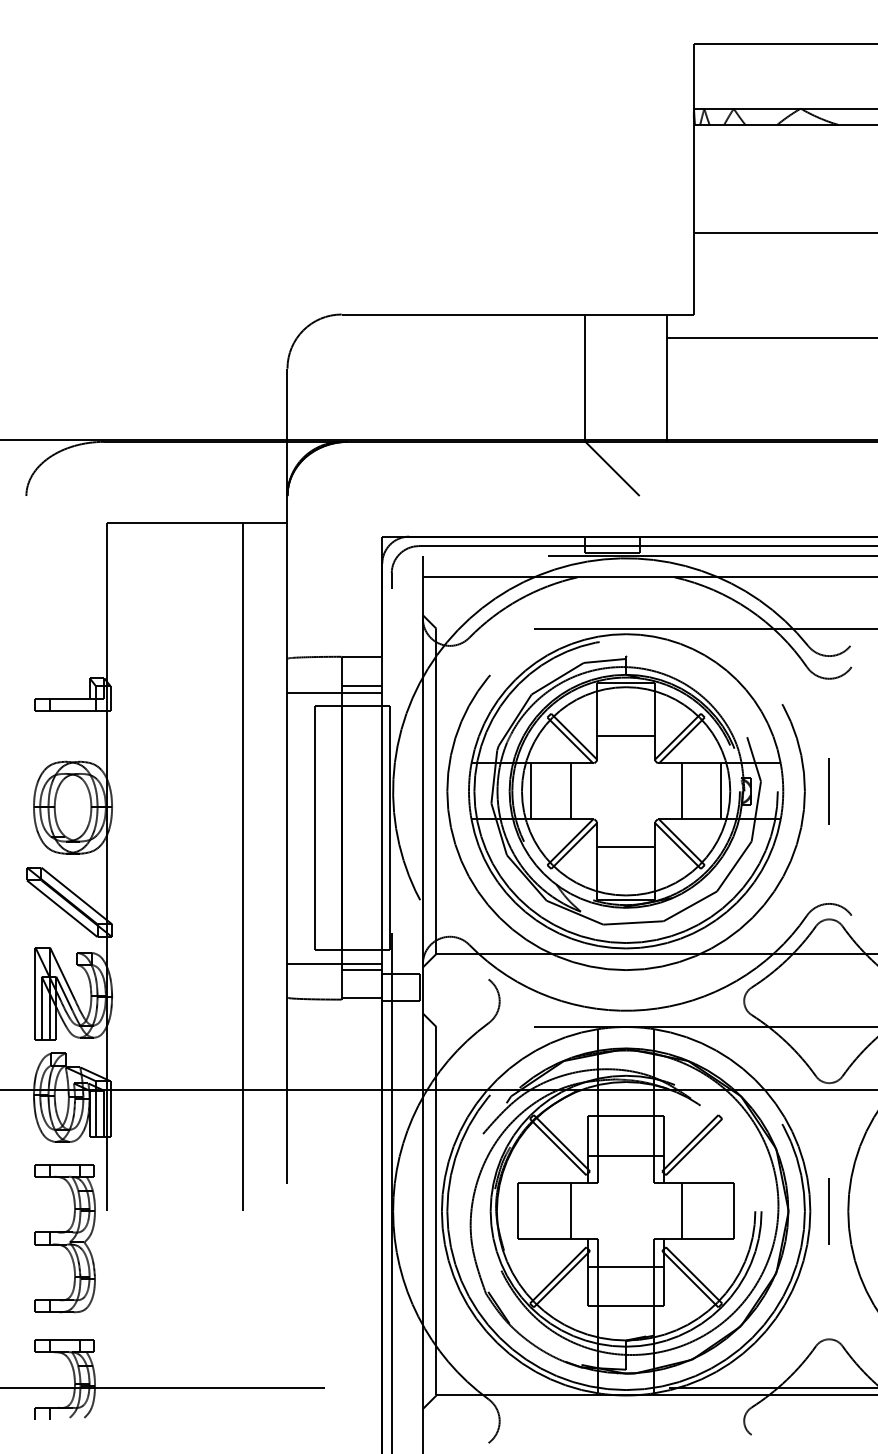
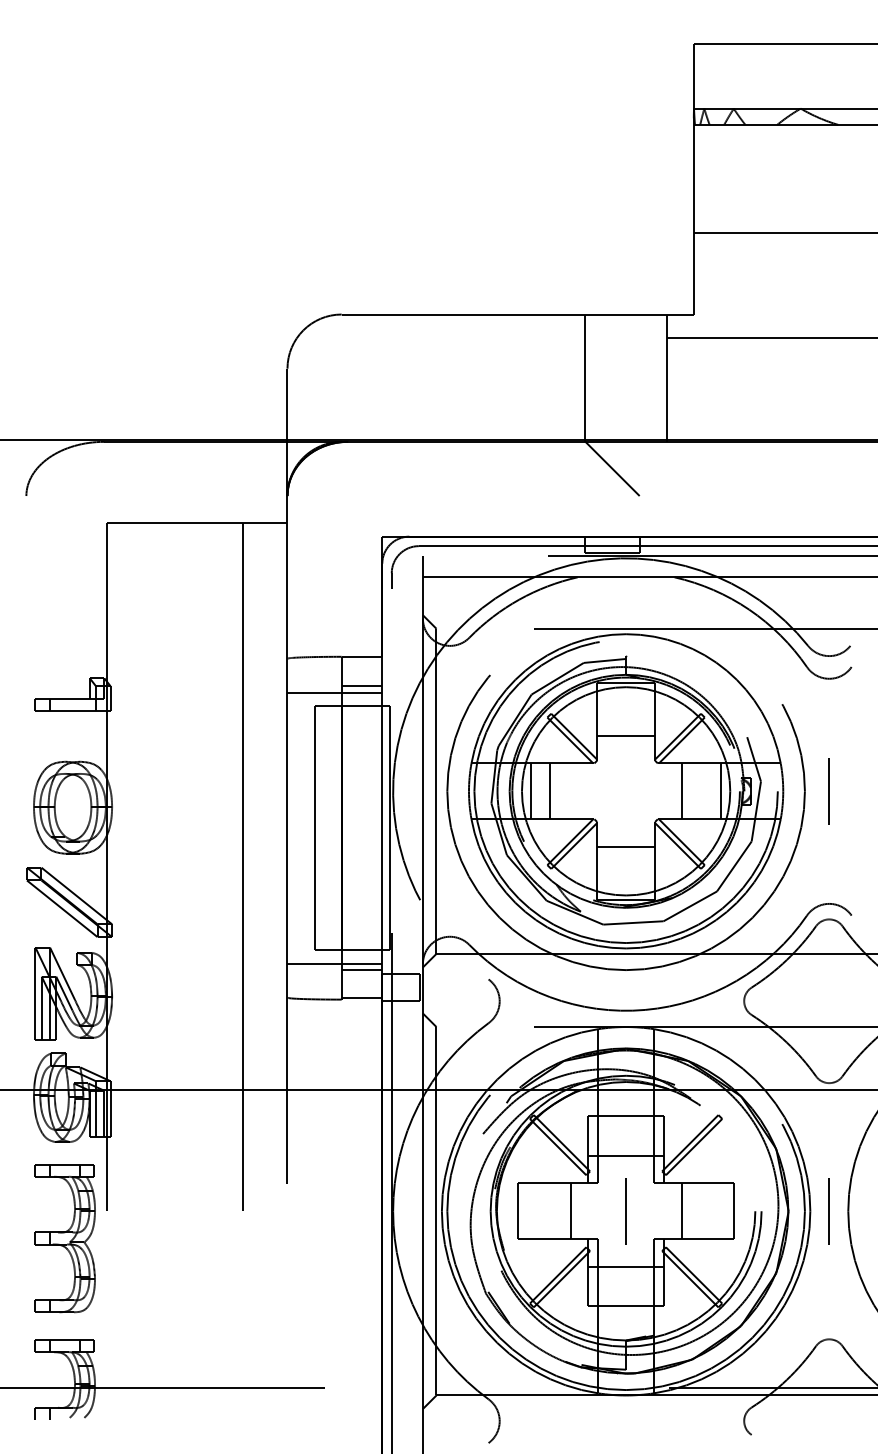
line at (570, 791) position: (570, 791) -> (549, 791)
line at (625, 1211): none -> present
